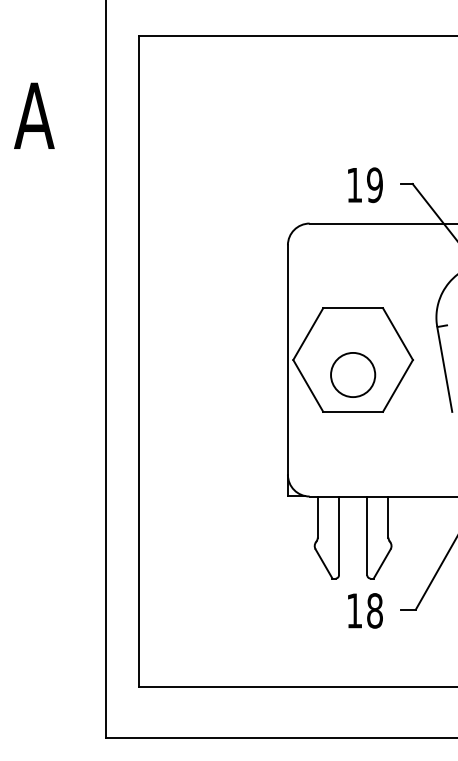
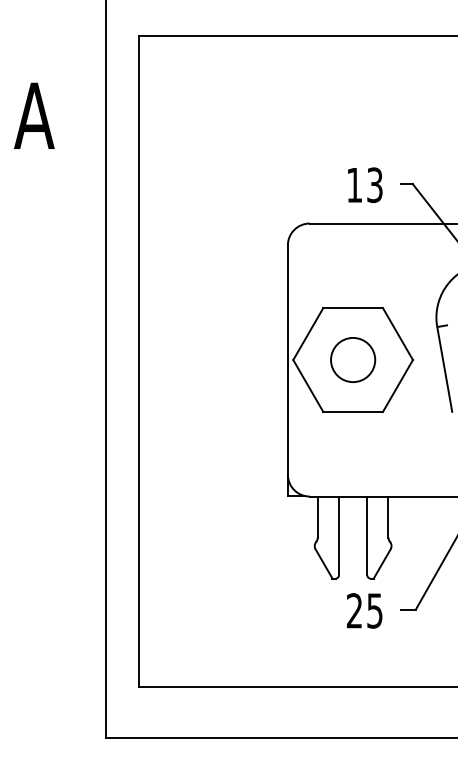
text at (374, 184): 19 -> 13
circle at (353, 374) position: (353, 374) -> (353, 359)
text at (364, 610): 18 -> 25
